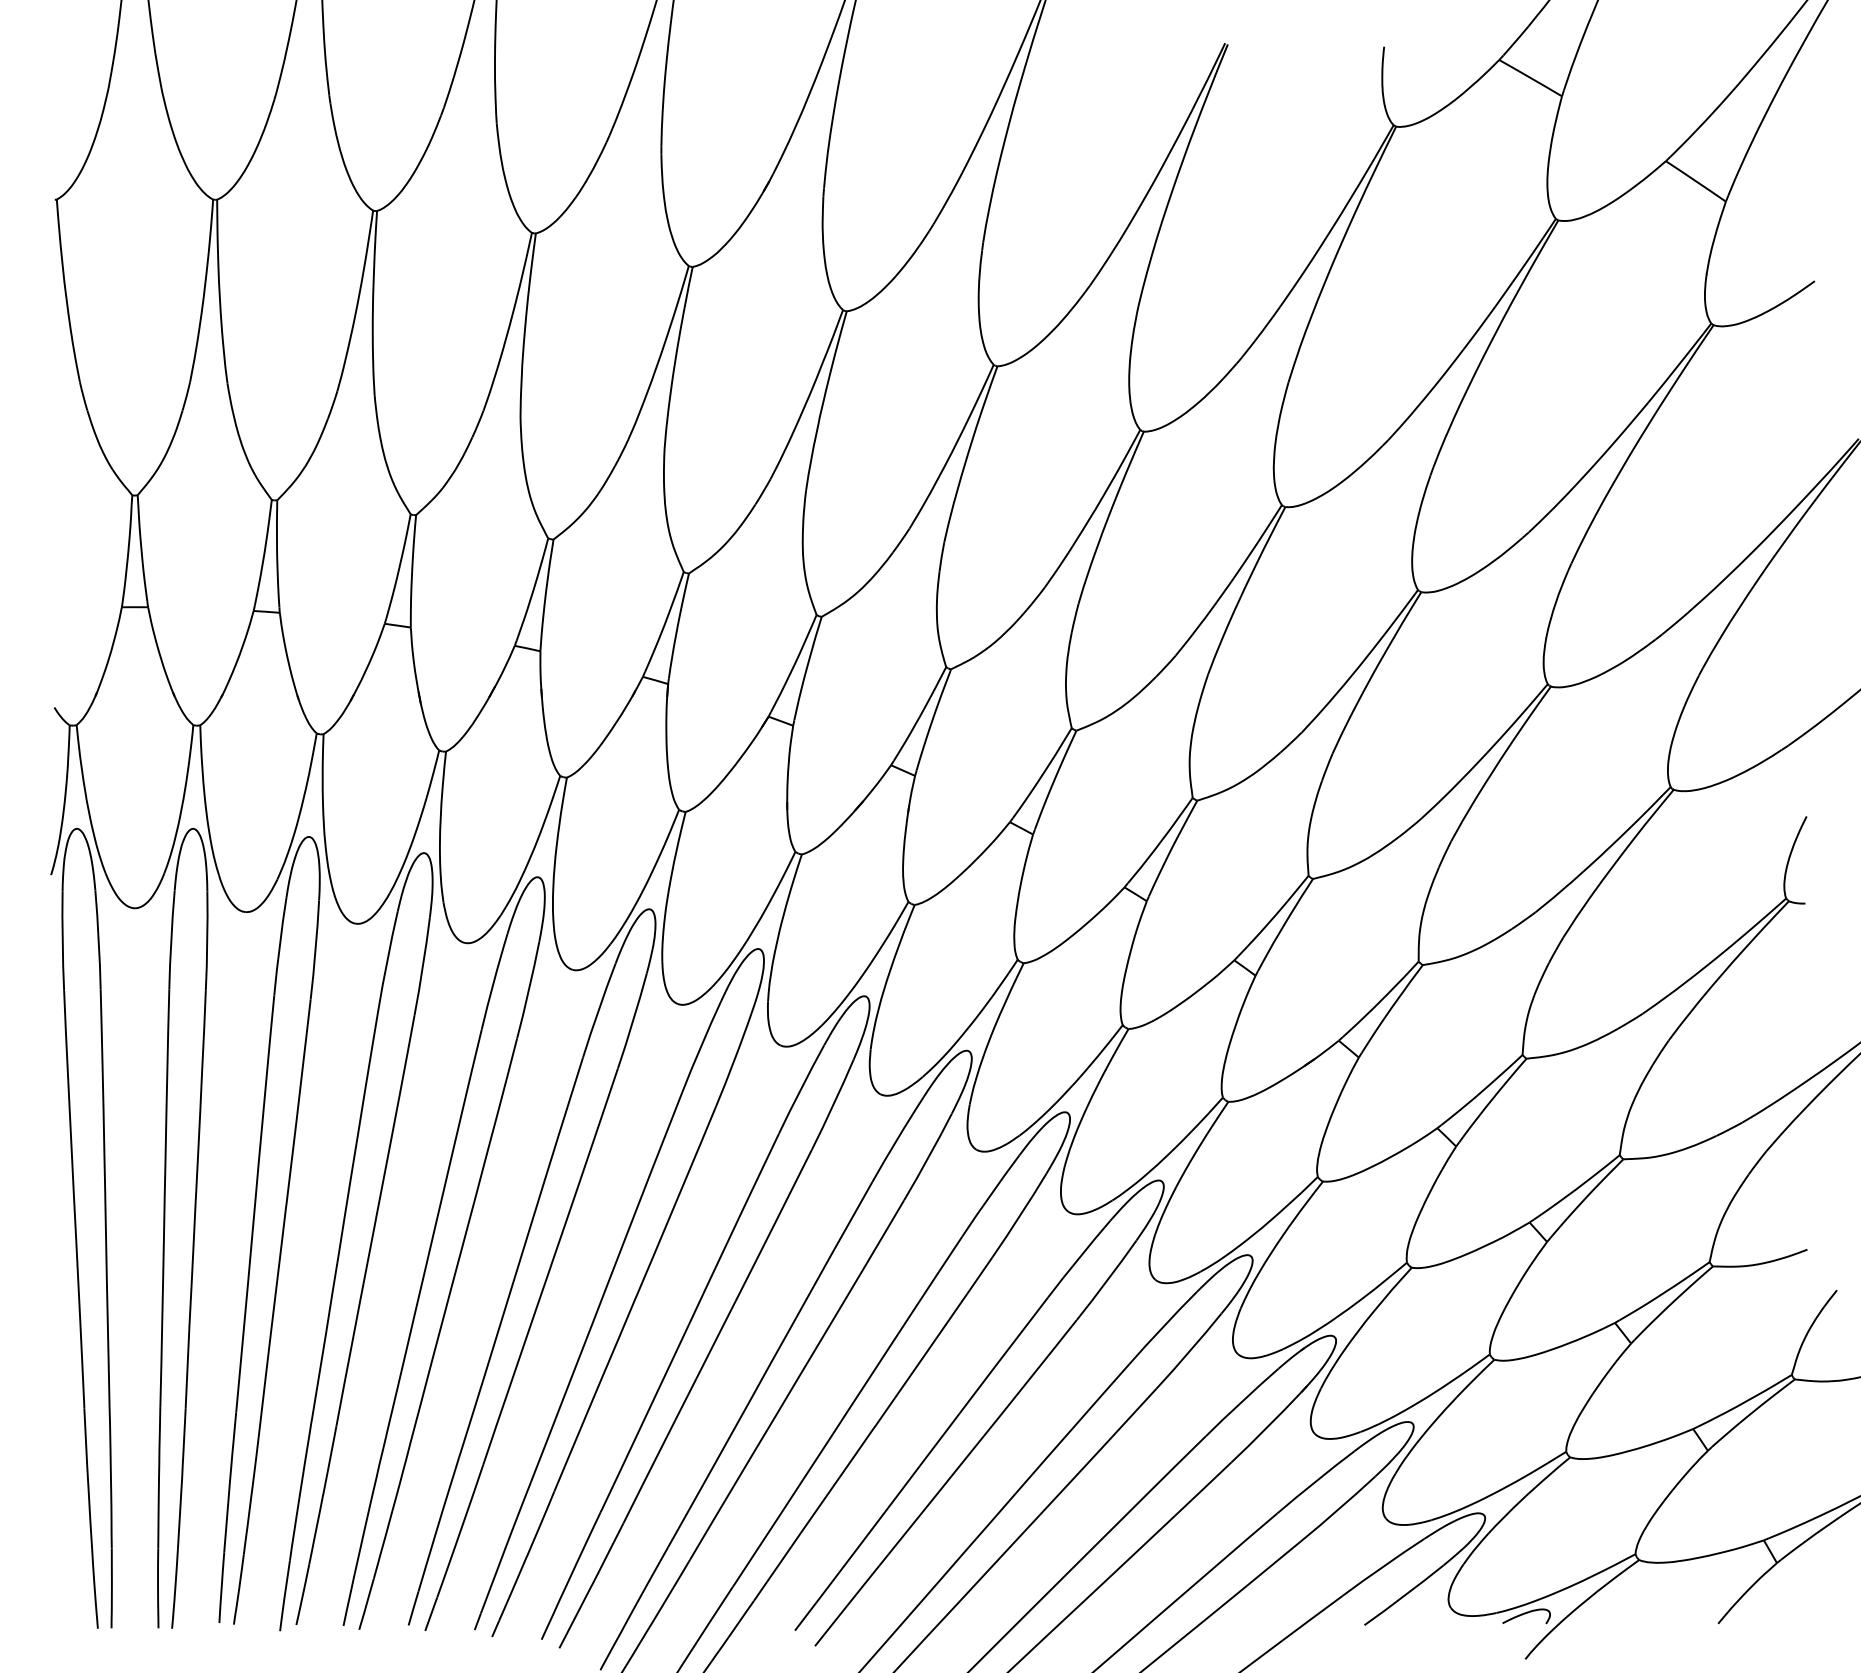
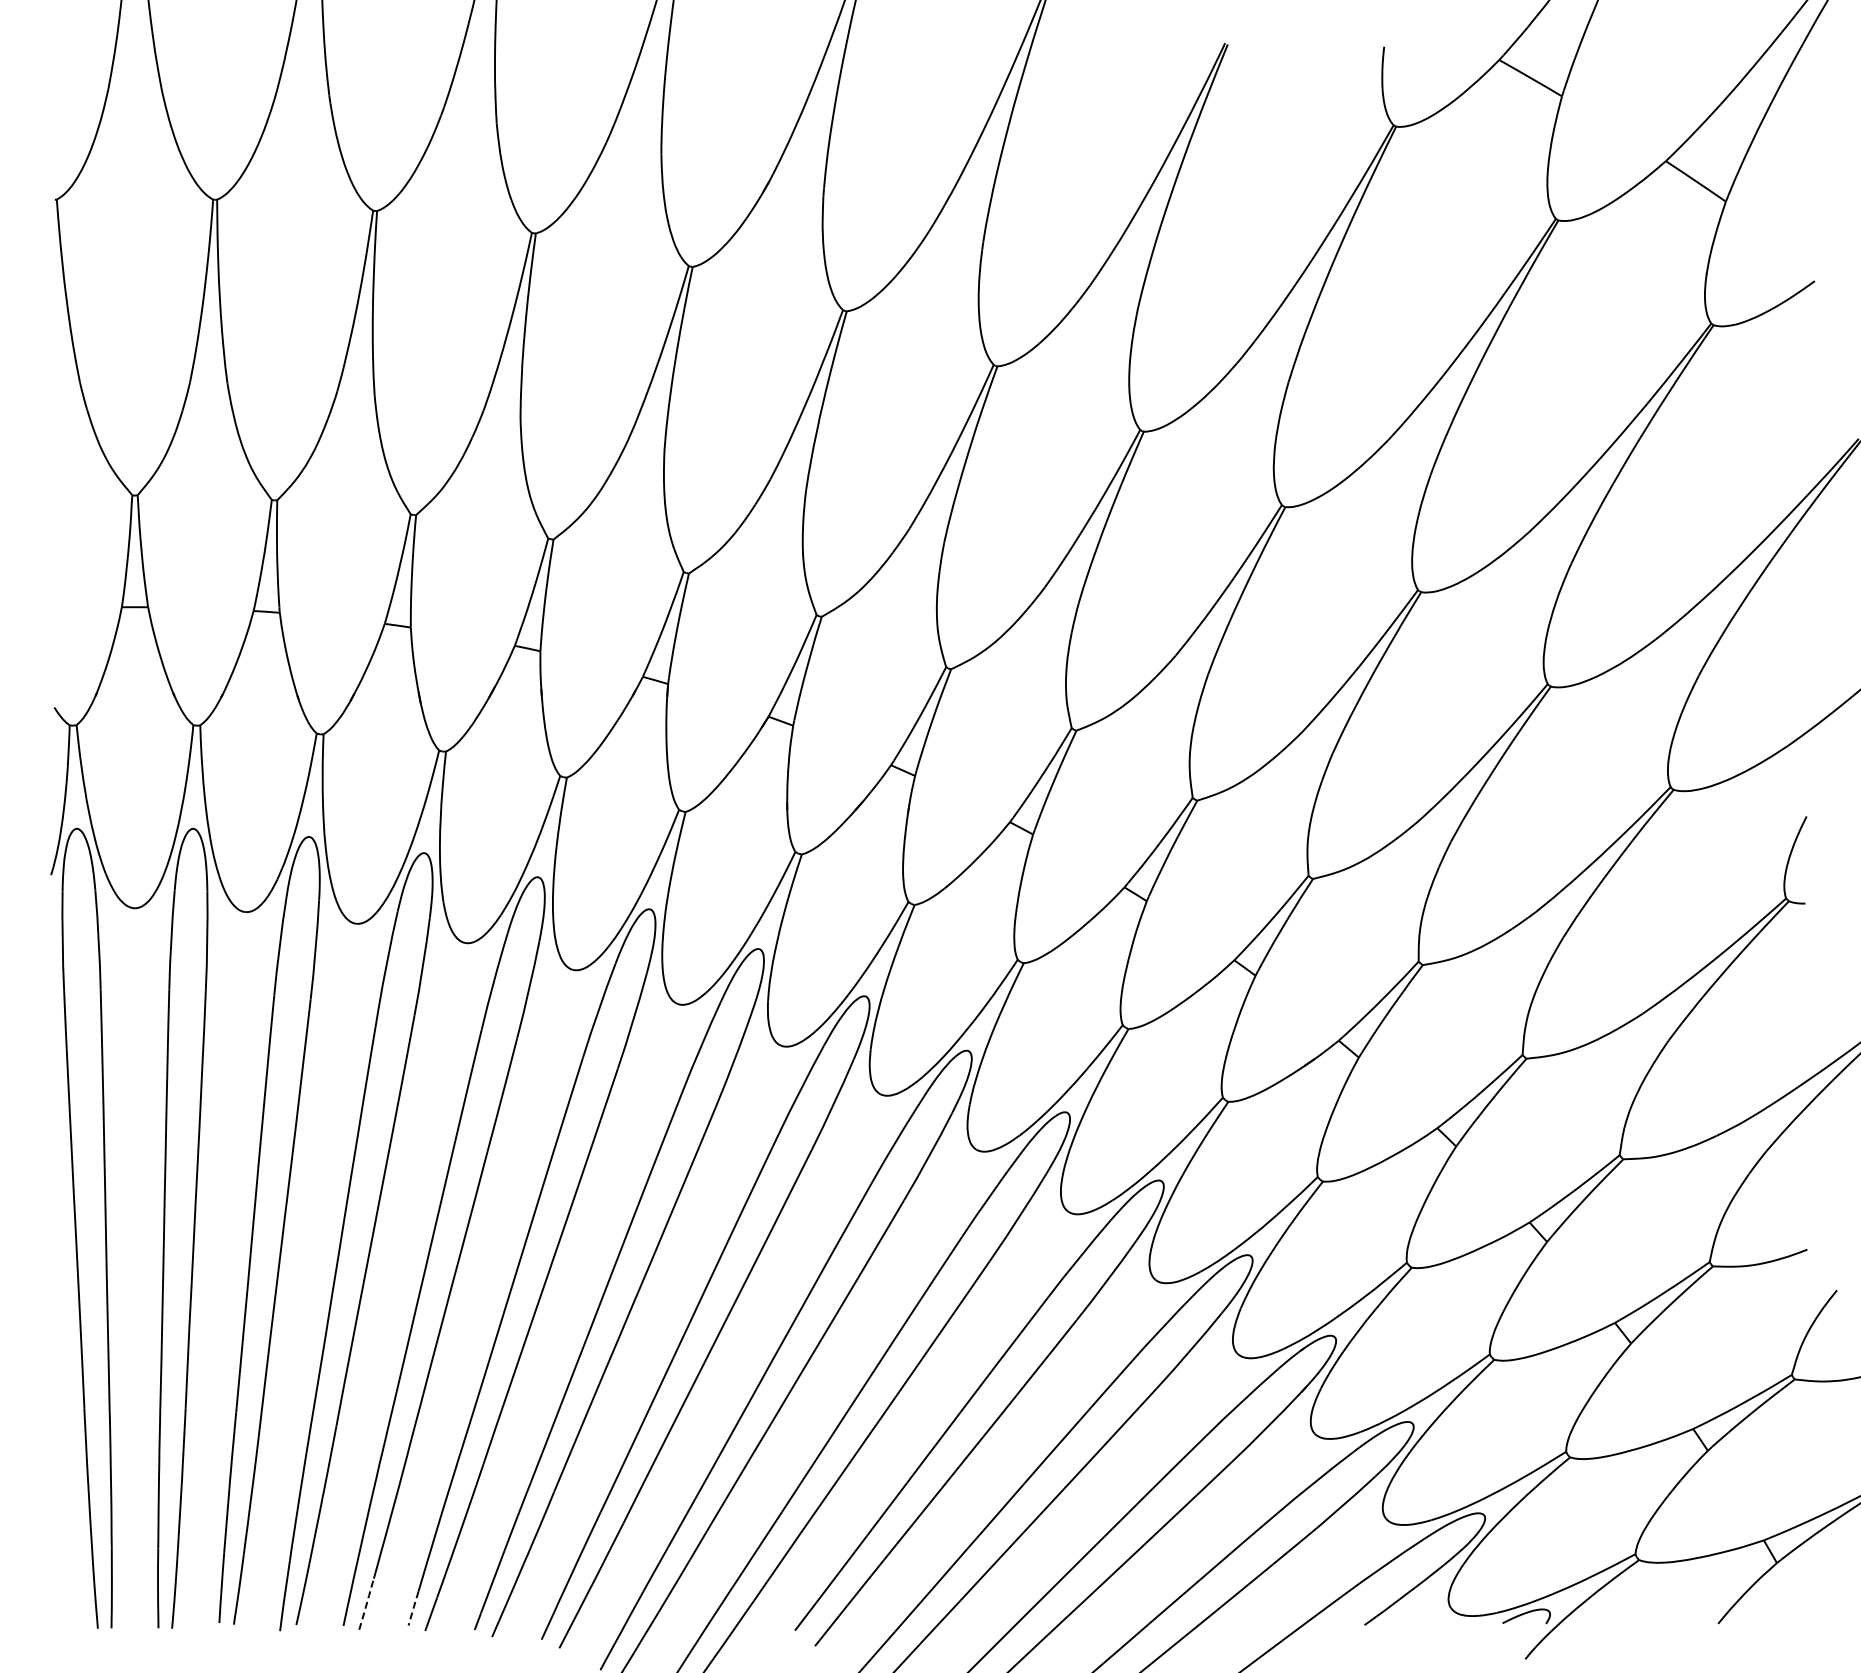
line at (366, 1604): solid -> dashed
line at (413, 1608): solid -> dashed
